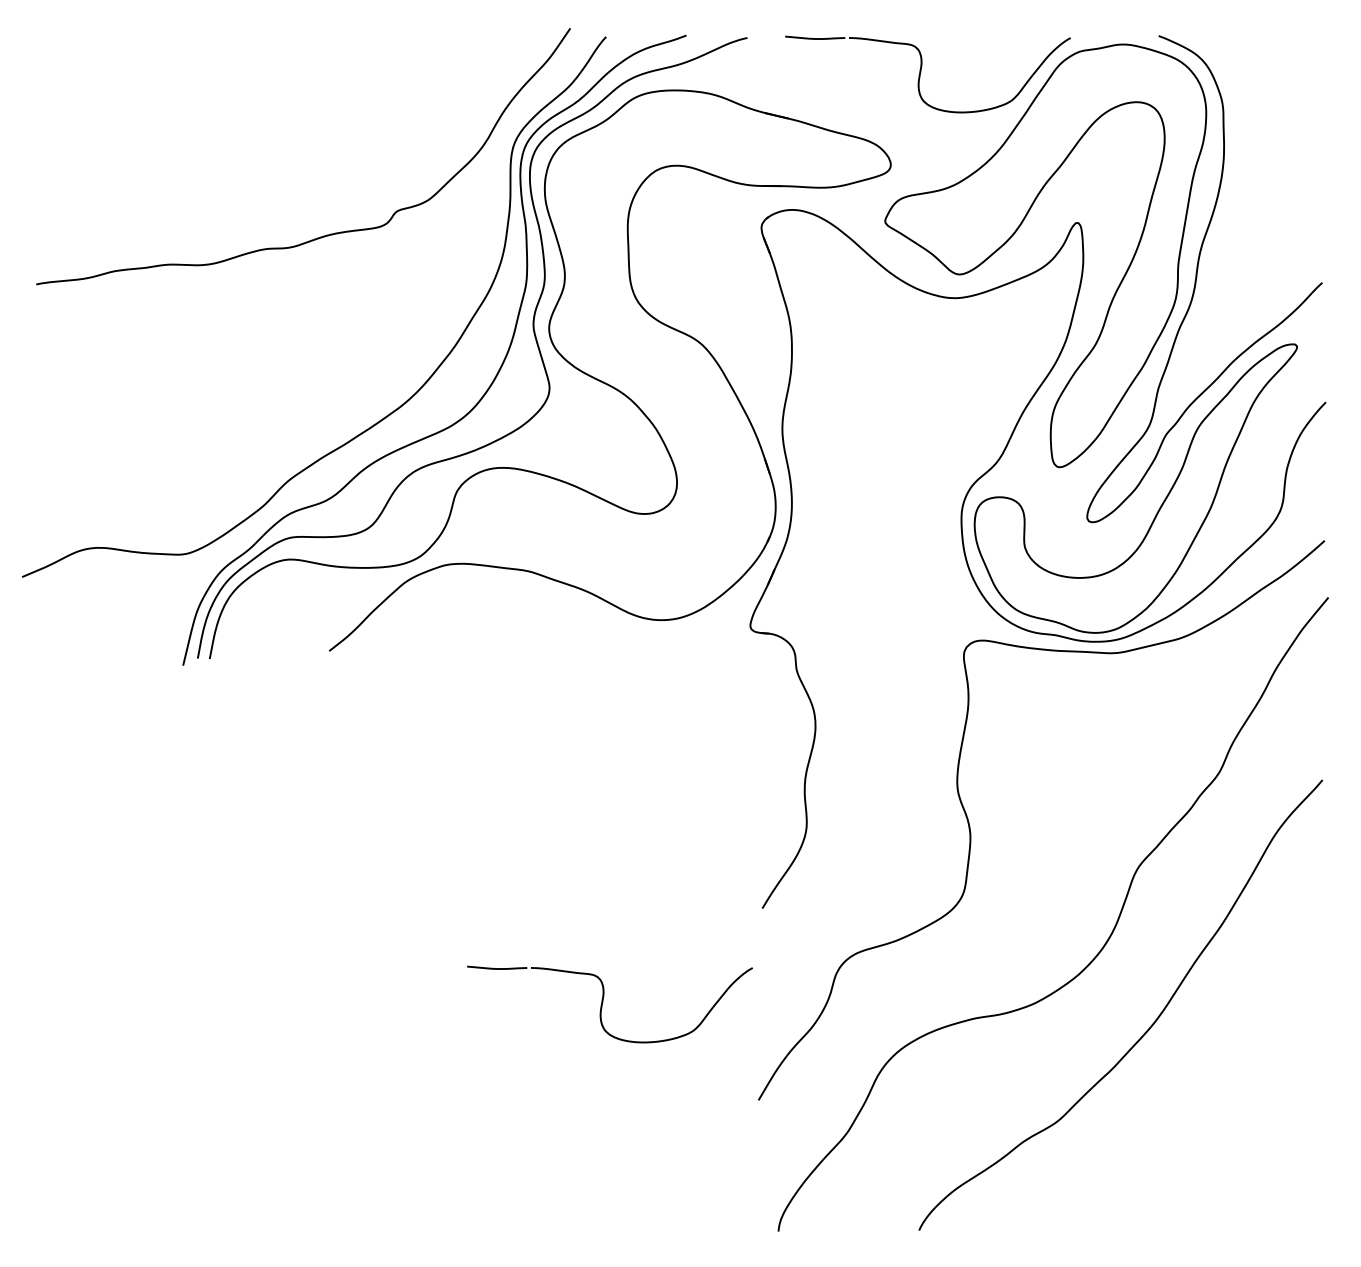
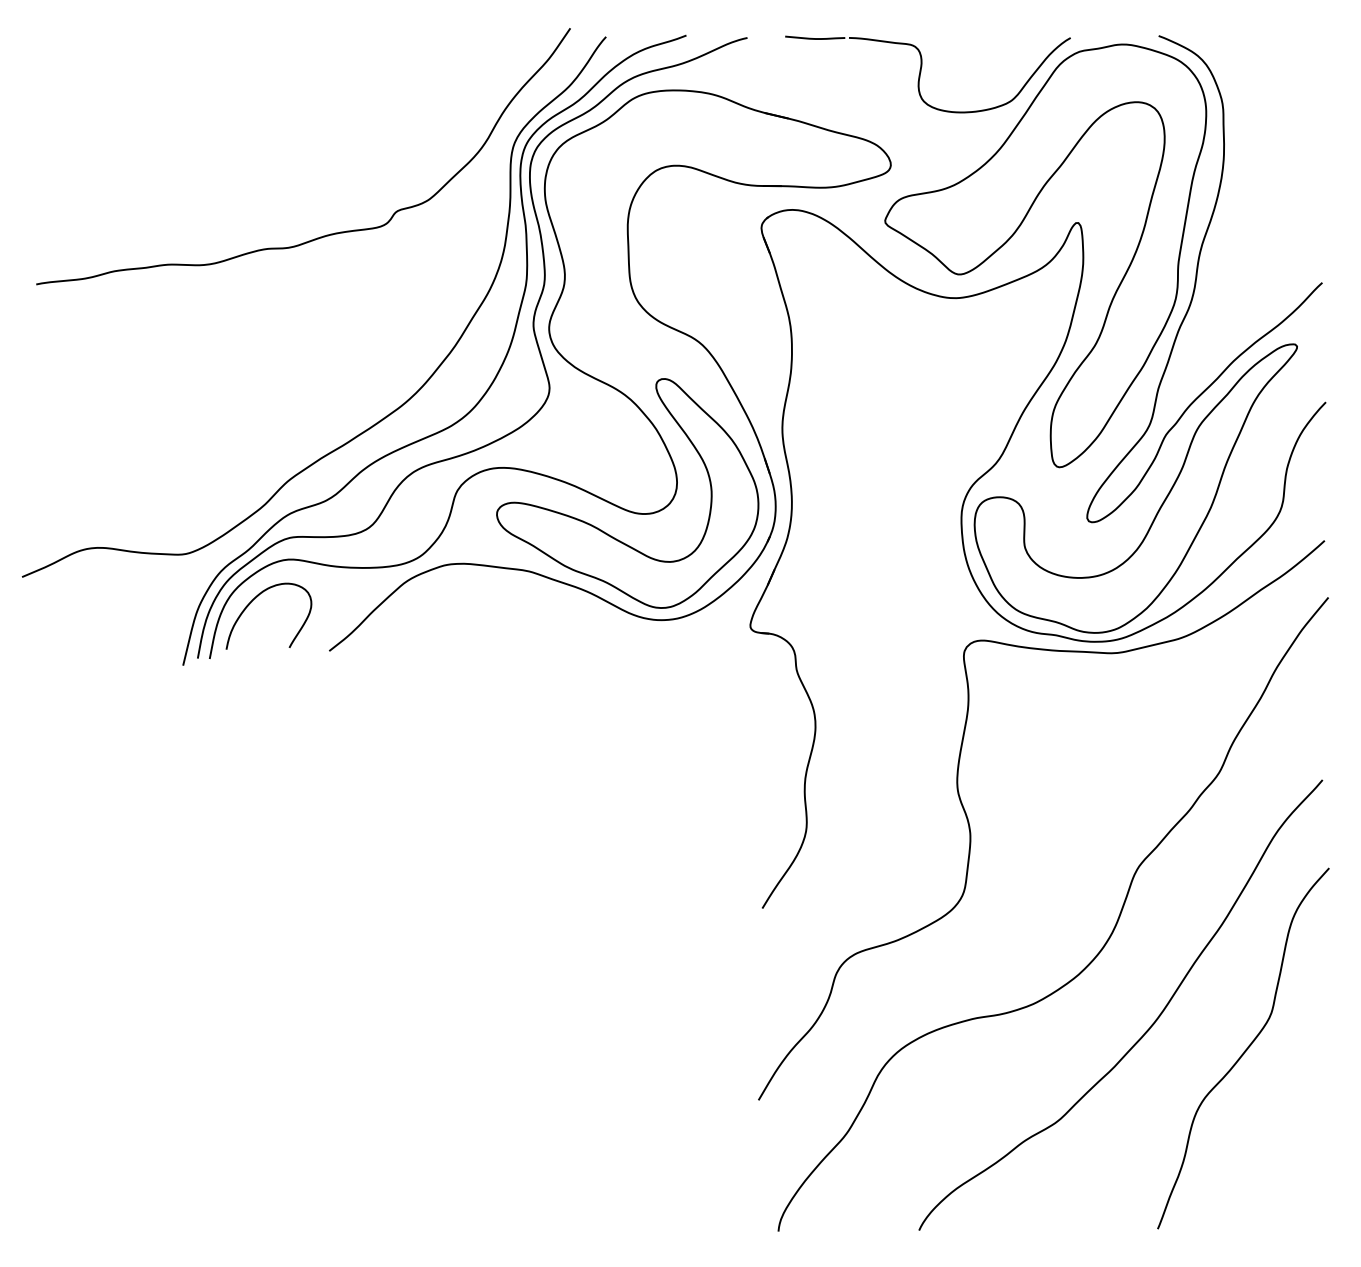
part at (606, 532): none -> present
curve at (257, 597): none -> present
part at (603, 1002): present -> none
curve at (1245, 1049): none -> present
